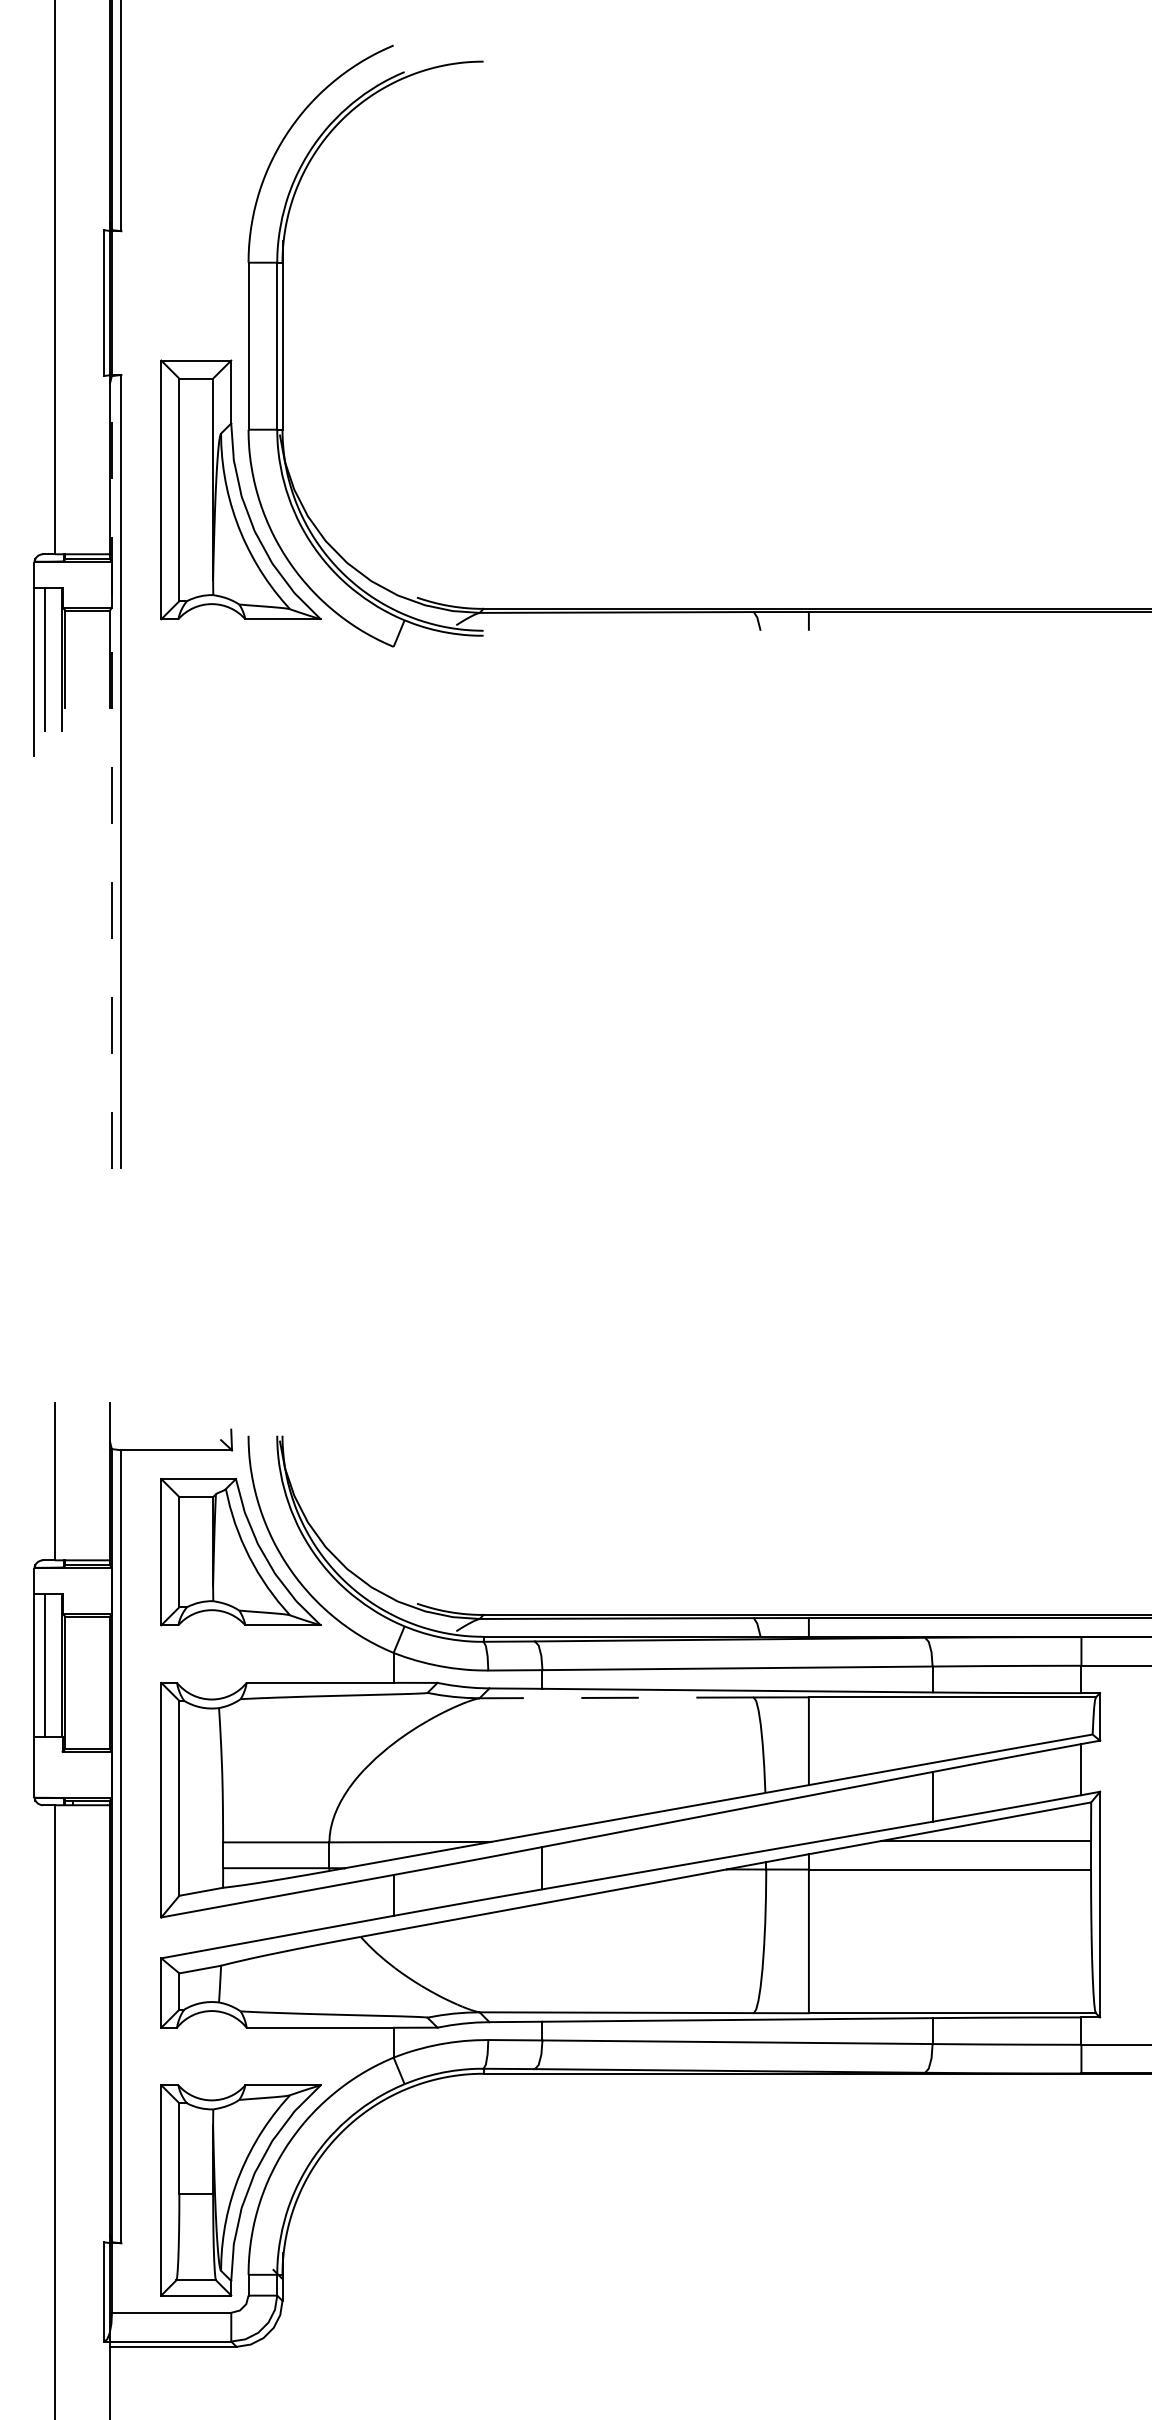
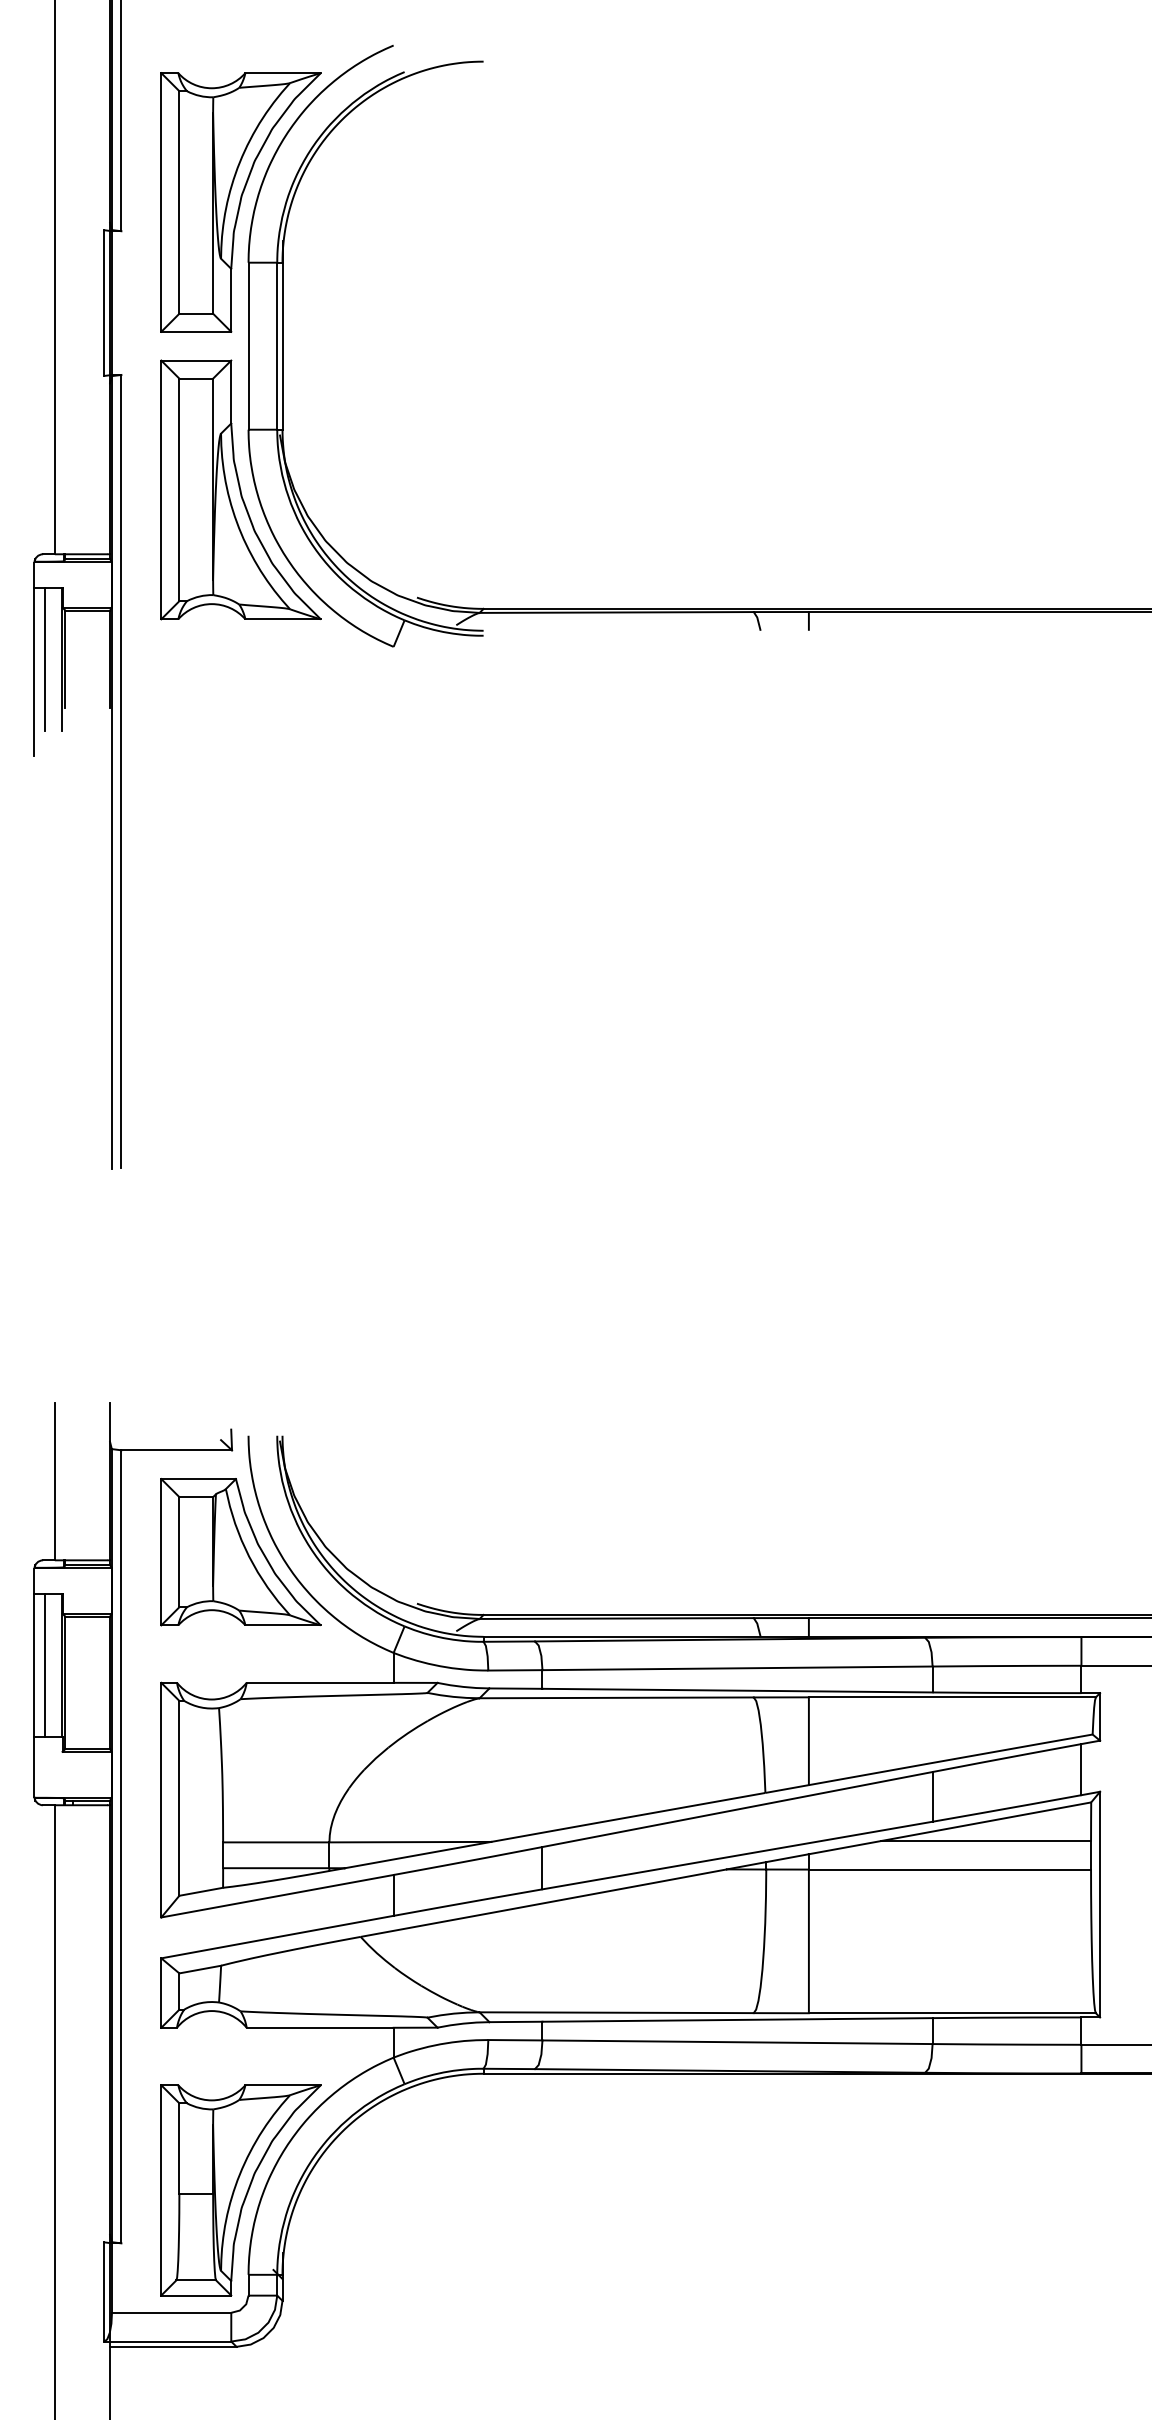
part at (240, 202): none -> present
line at (111, 772): dashed -> solid
line at (616, 1697): dashed -> solid
